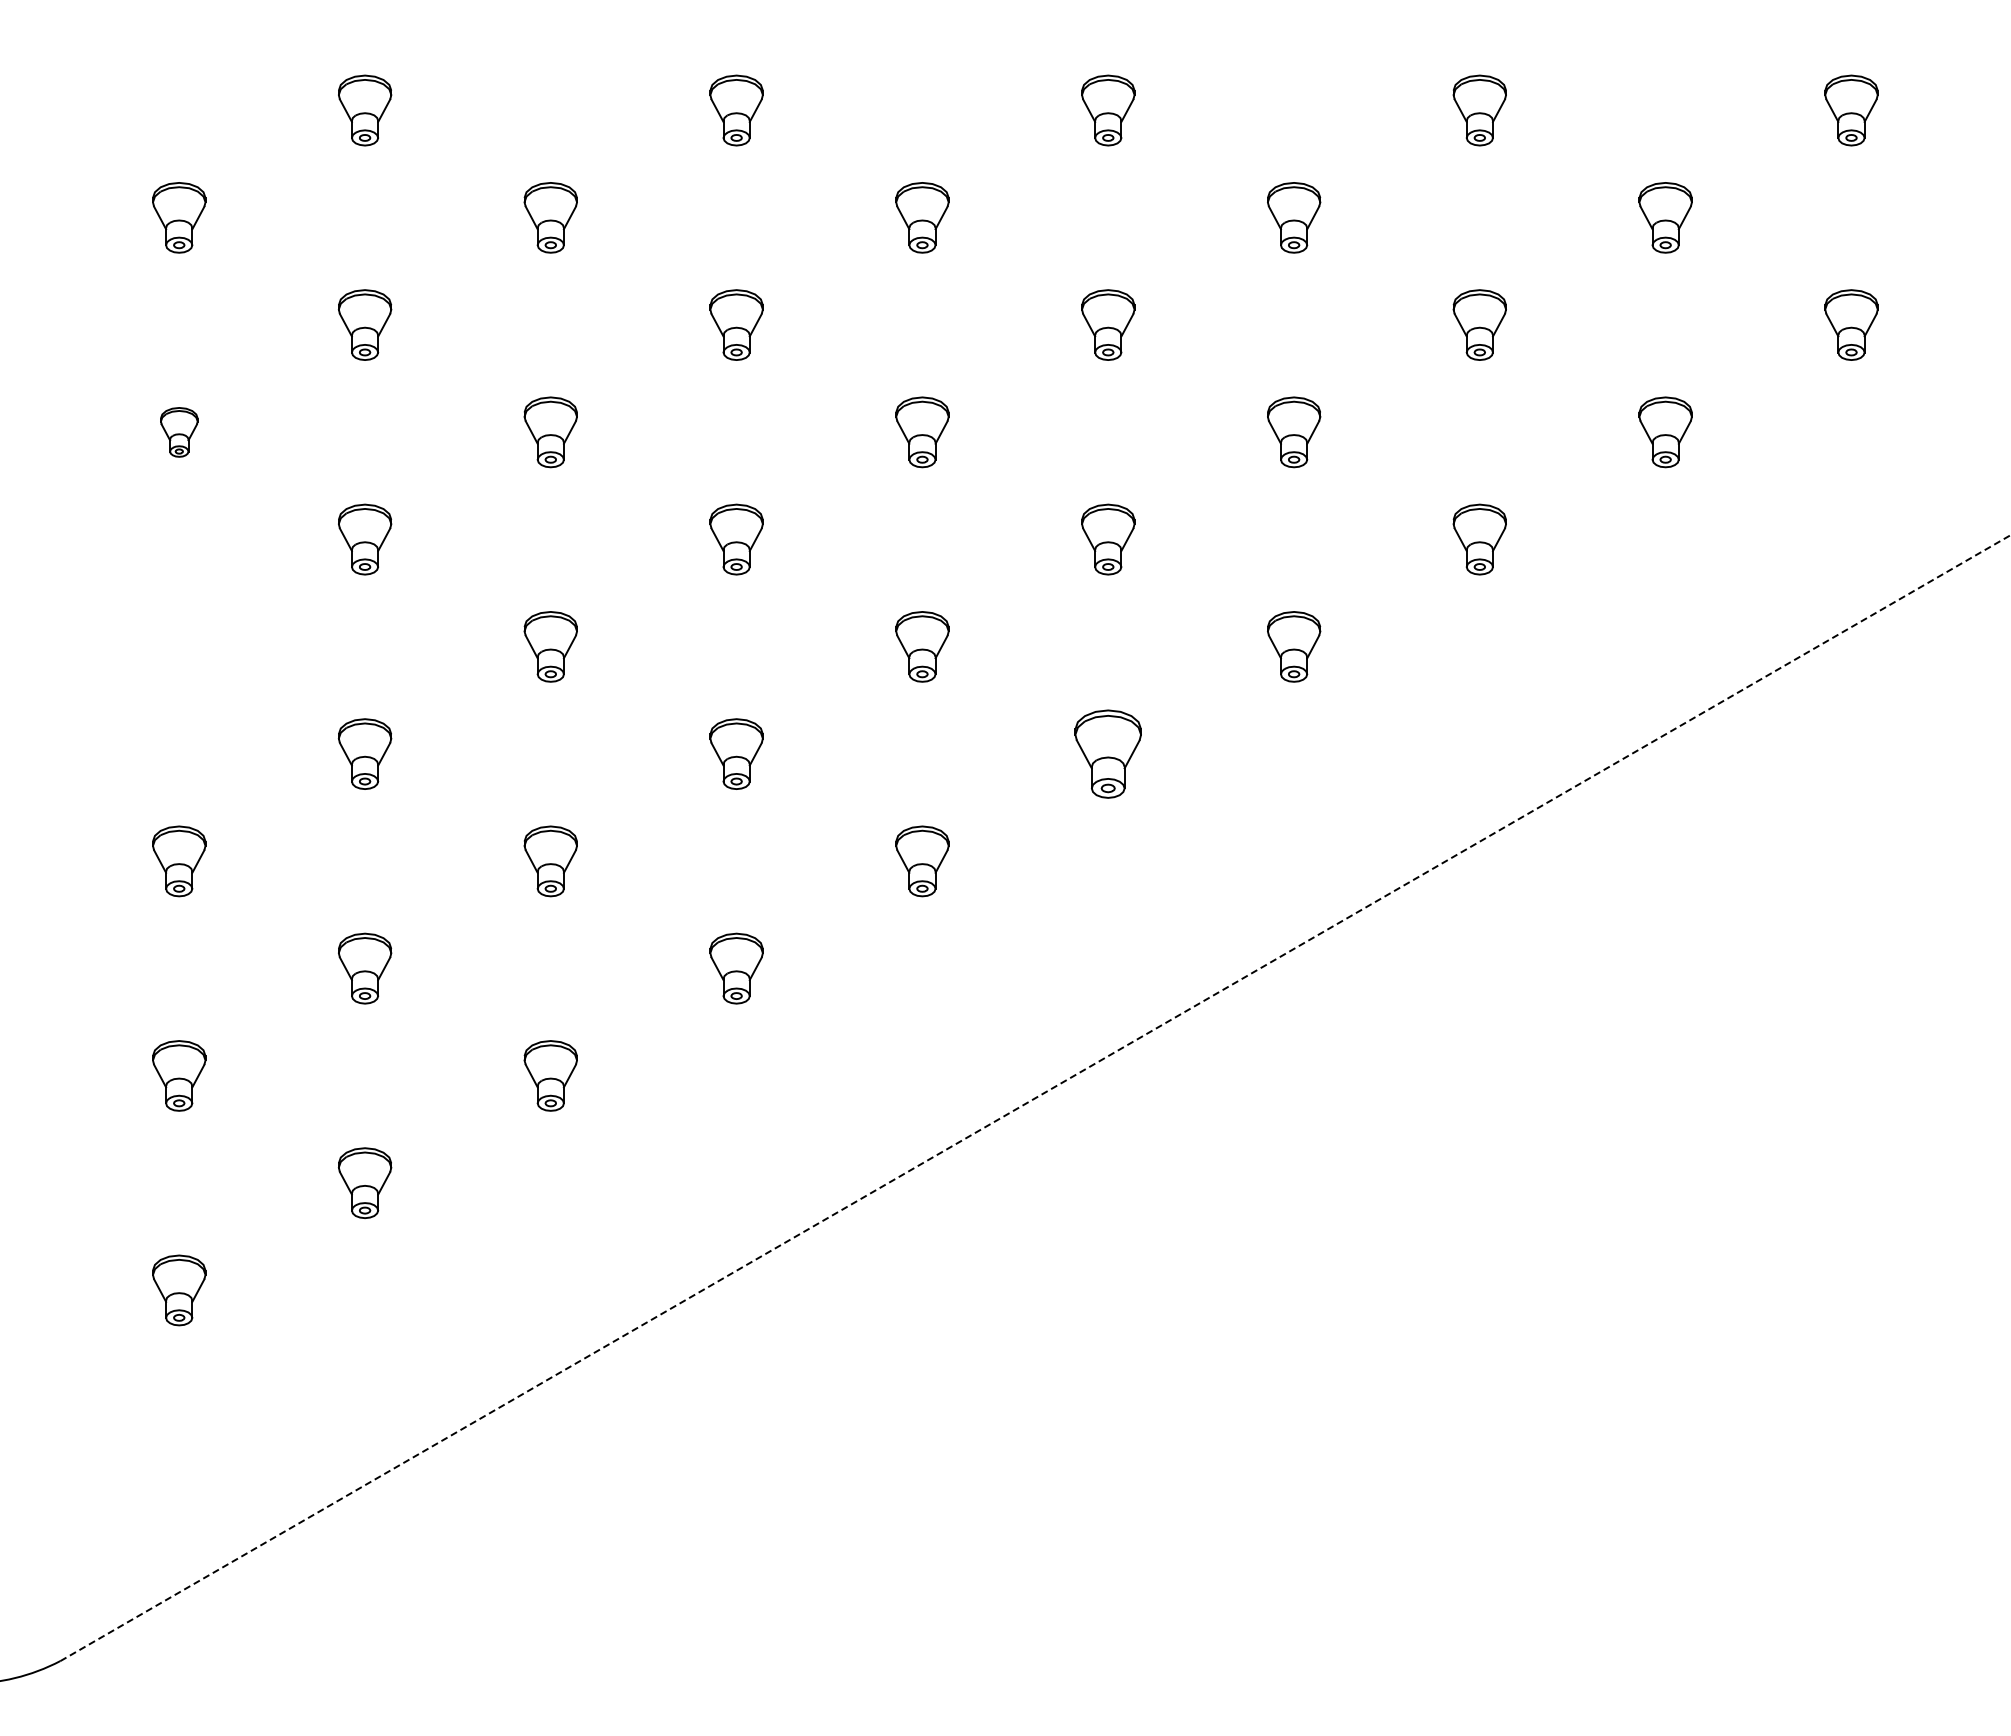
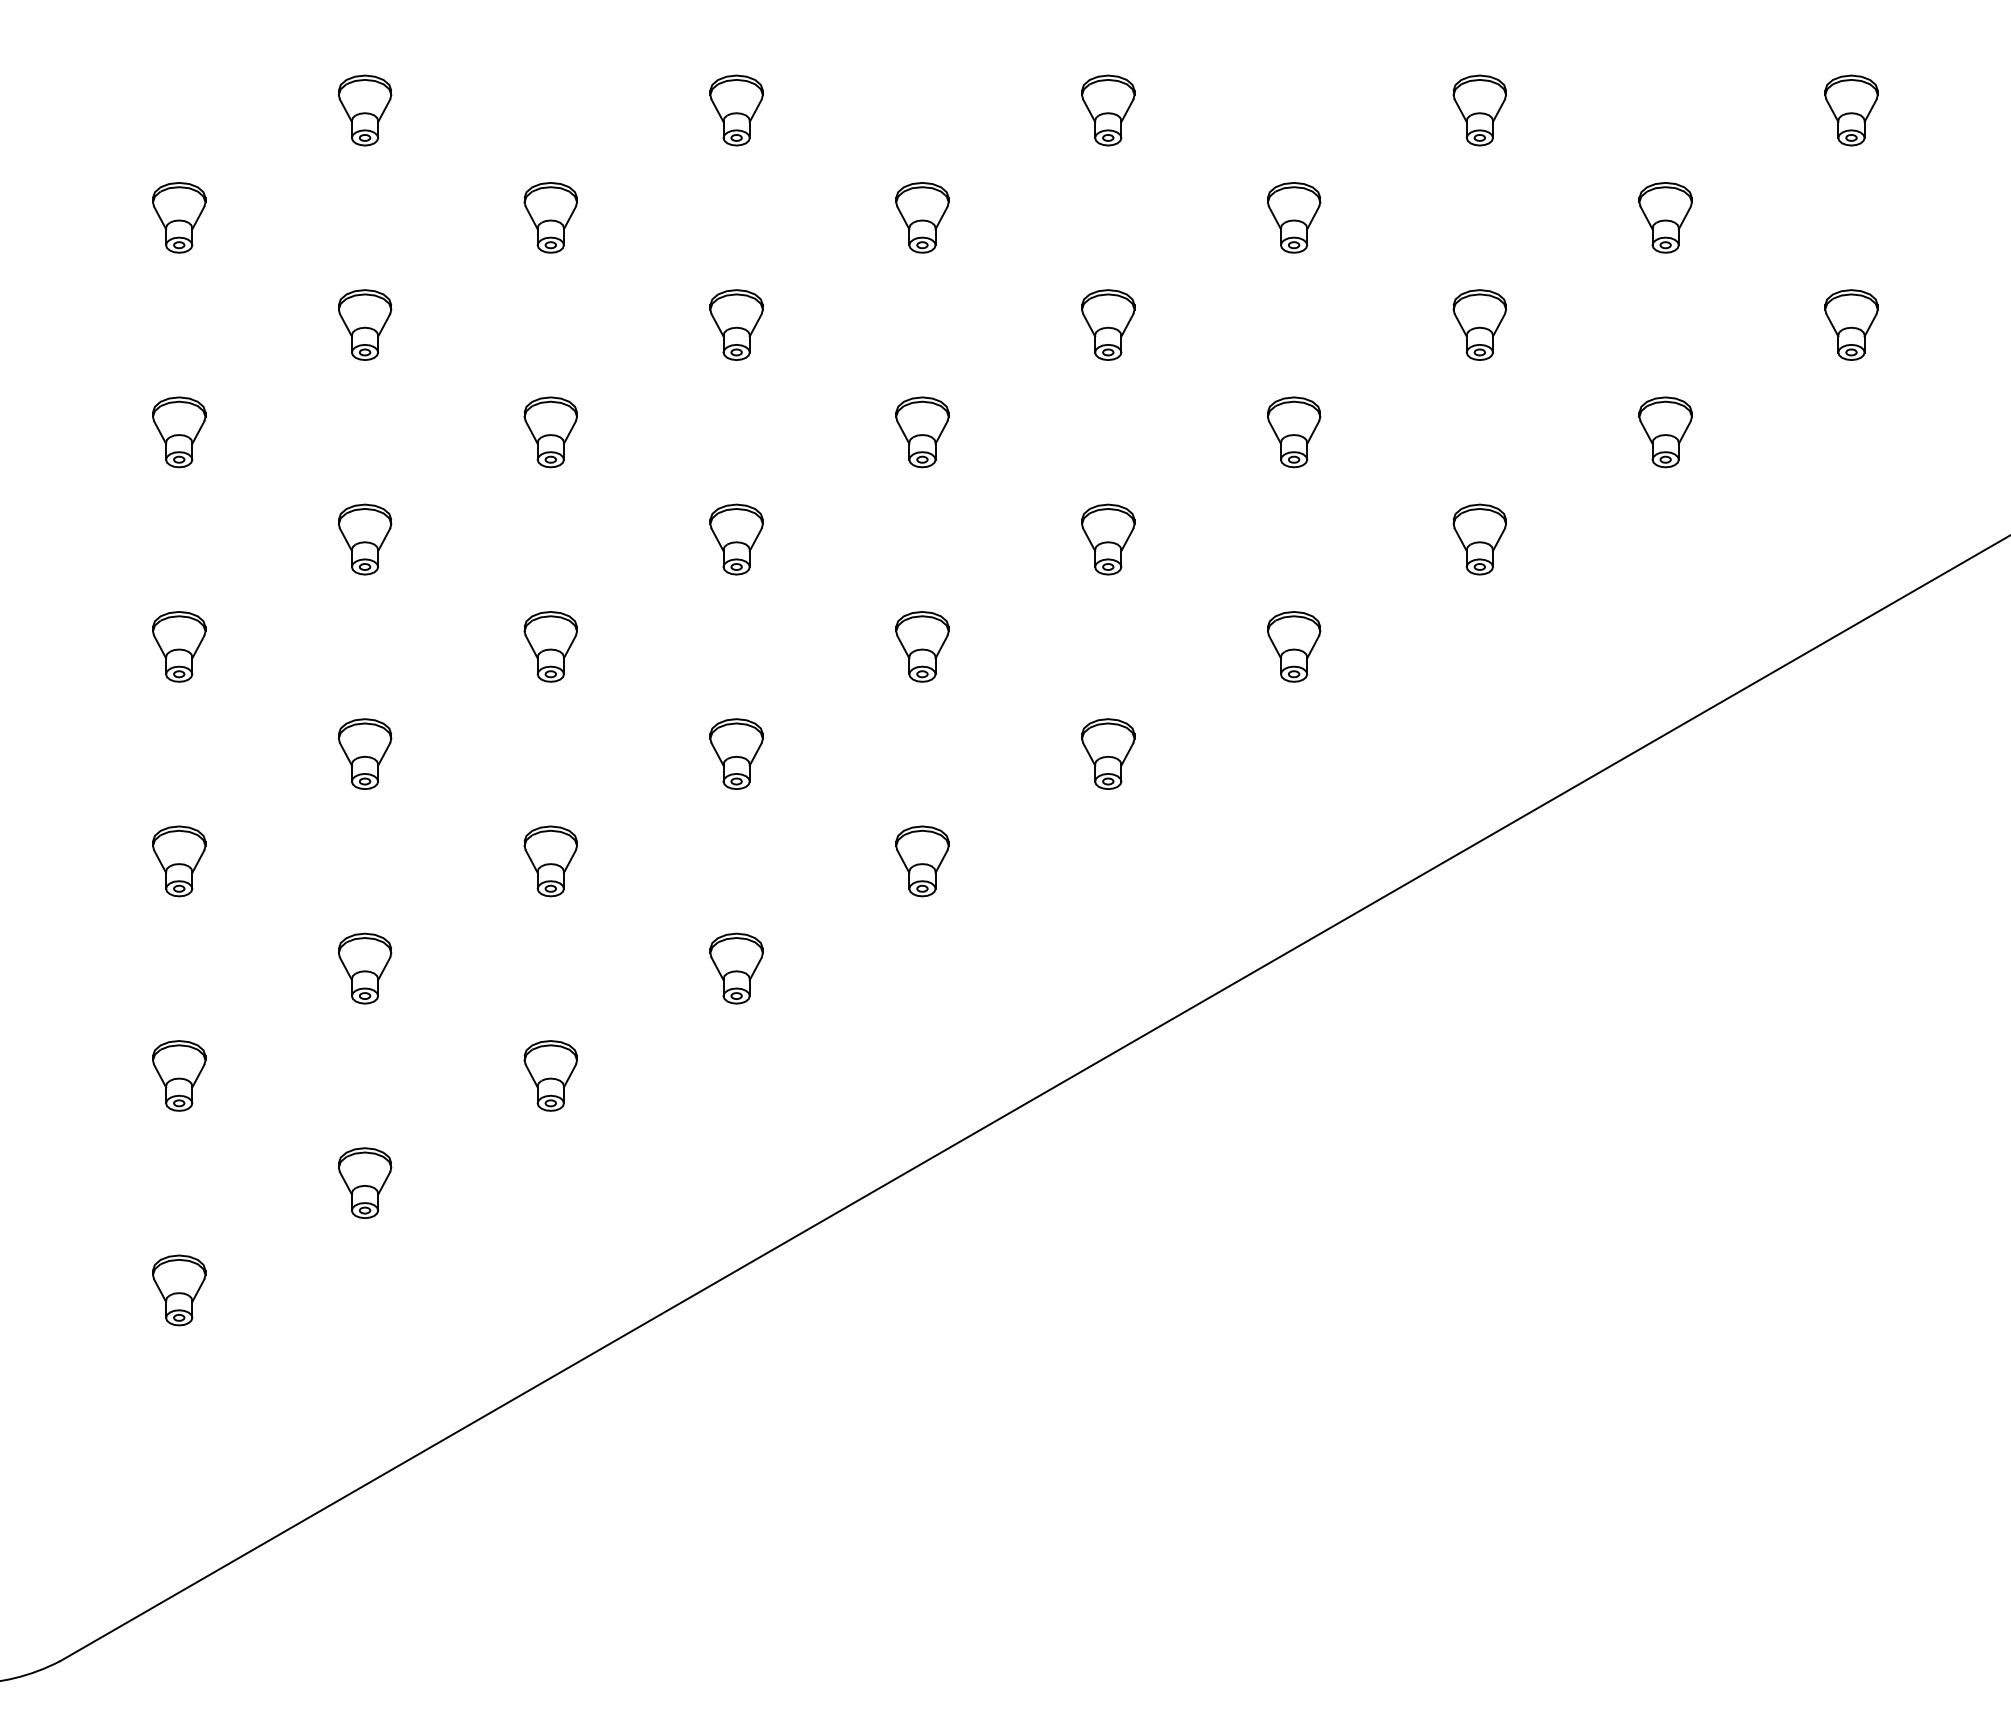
part at (179, 432) size: 39x51 px -> 55x73 px
part at (179, 646): none -> present
part at (1107, 753) size: 68x90 px -> 55x72 px
line at (1035, 1098): dashed -> solid
